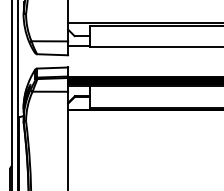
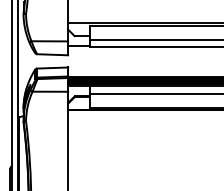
line at (155, 40): none -> present
line at (155, 93): none -> present
